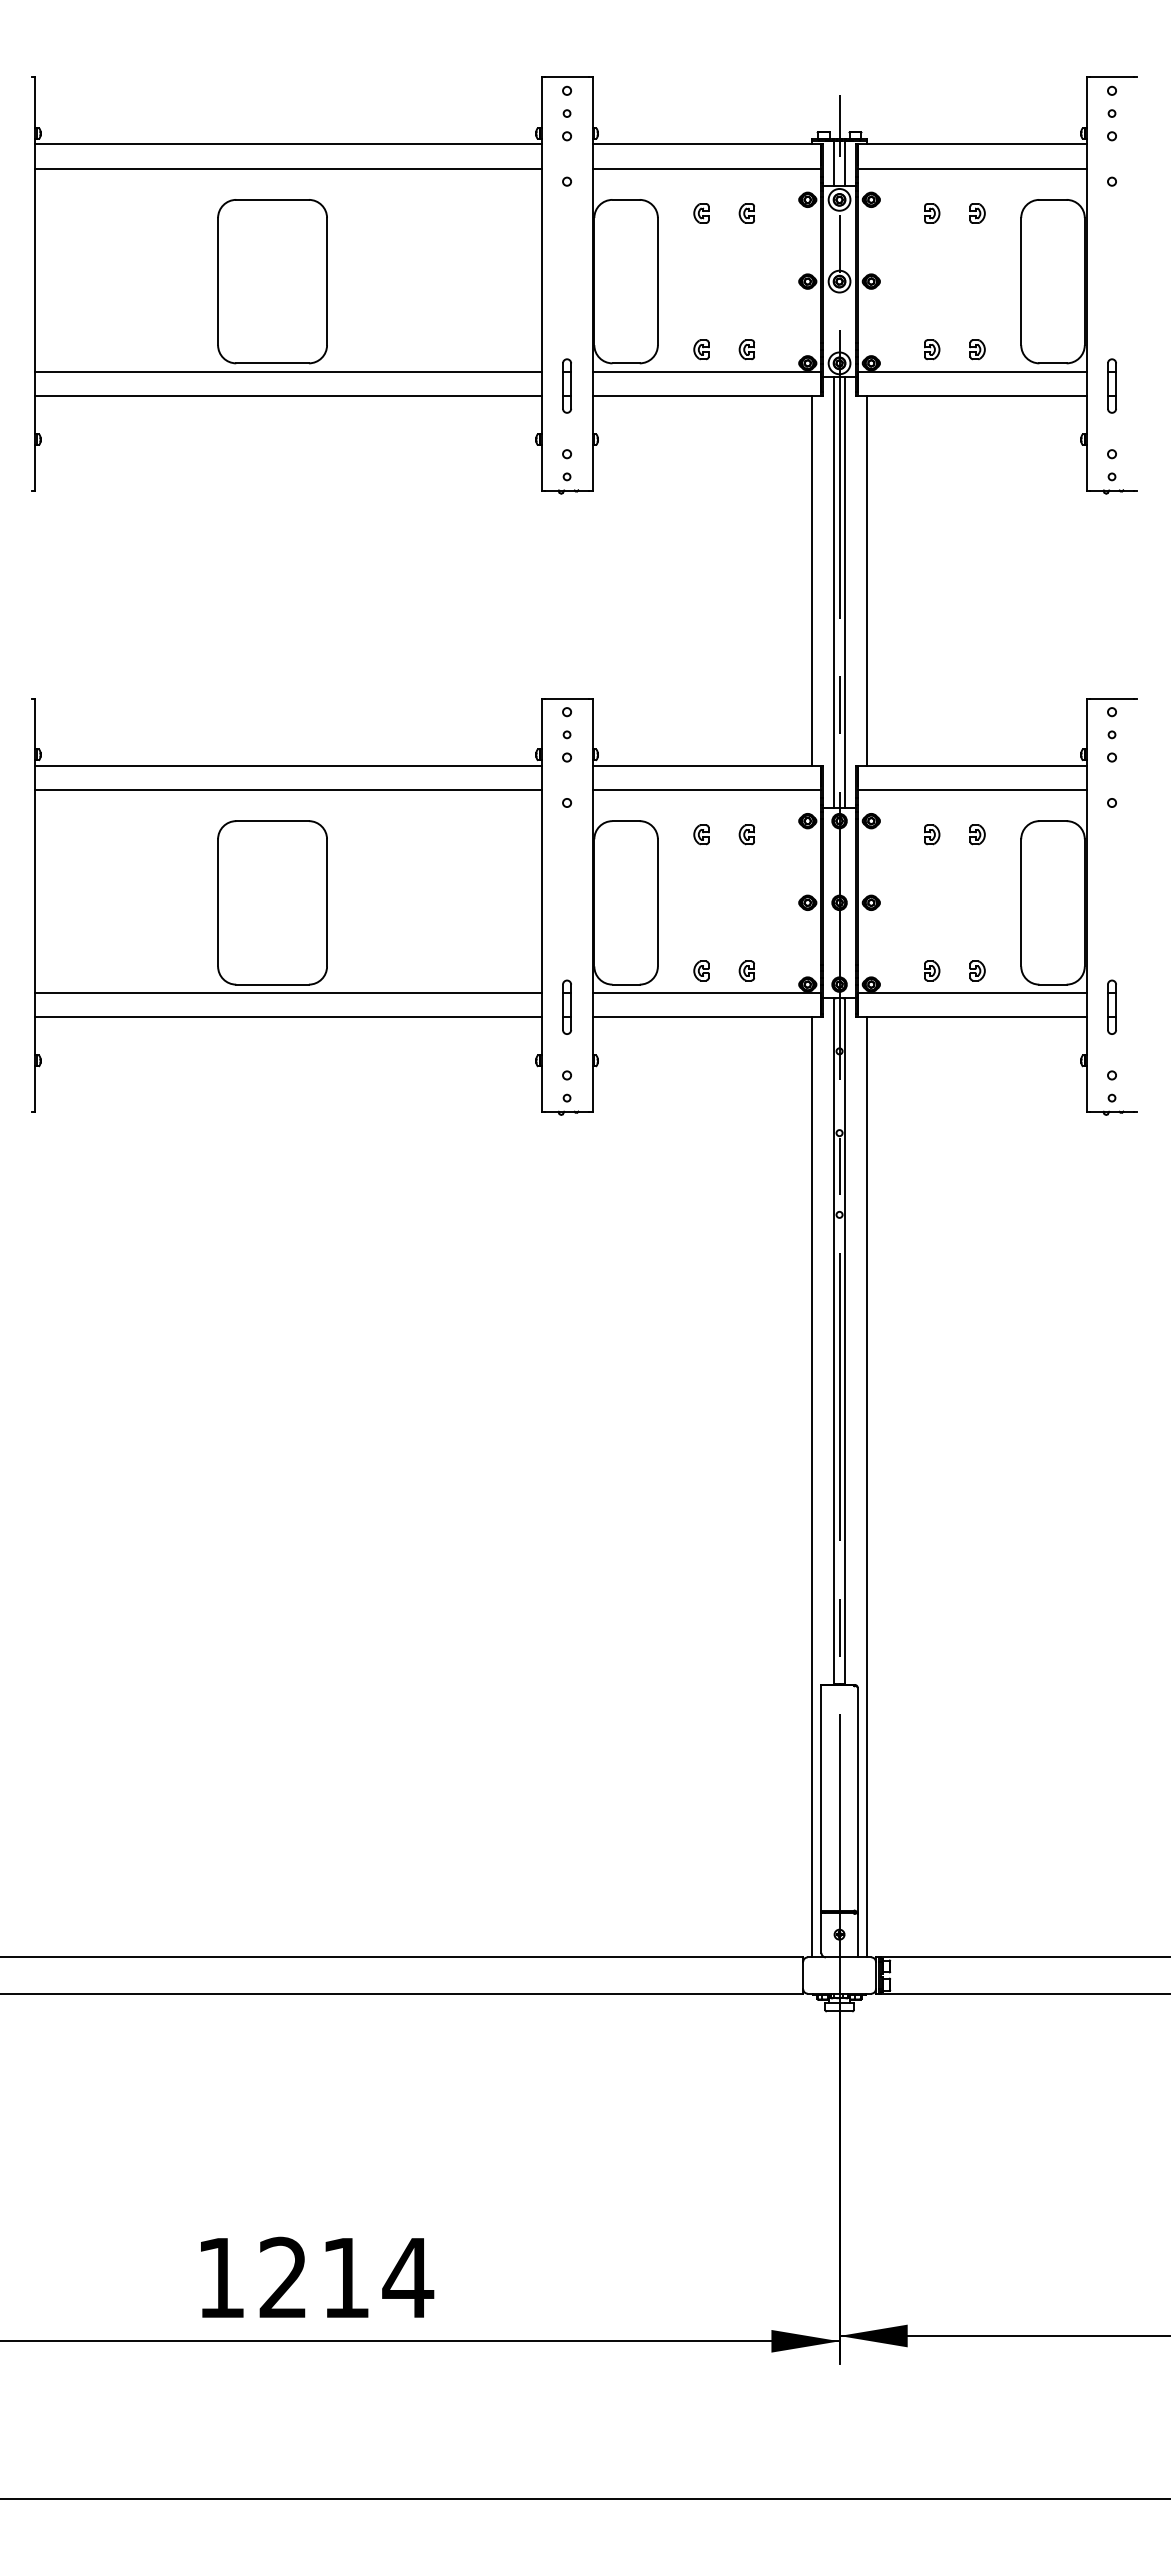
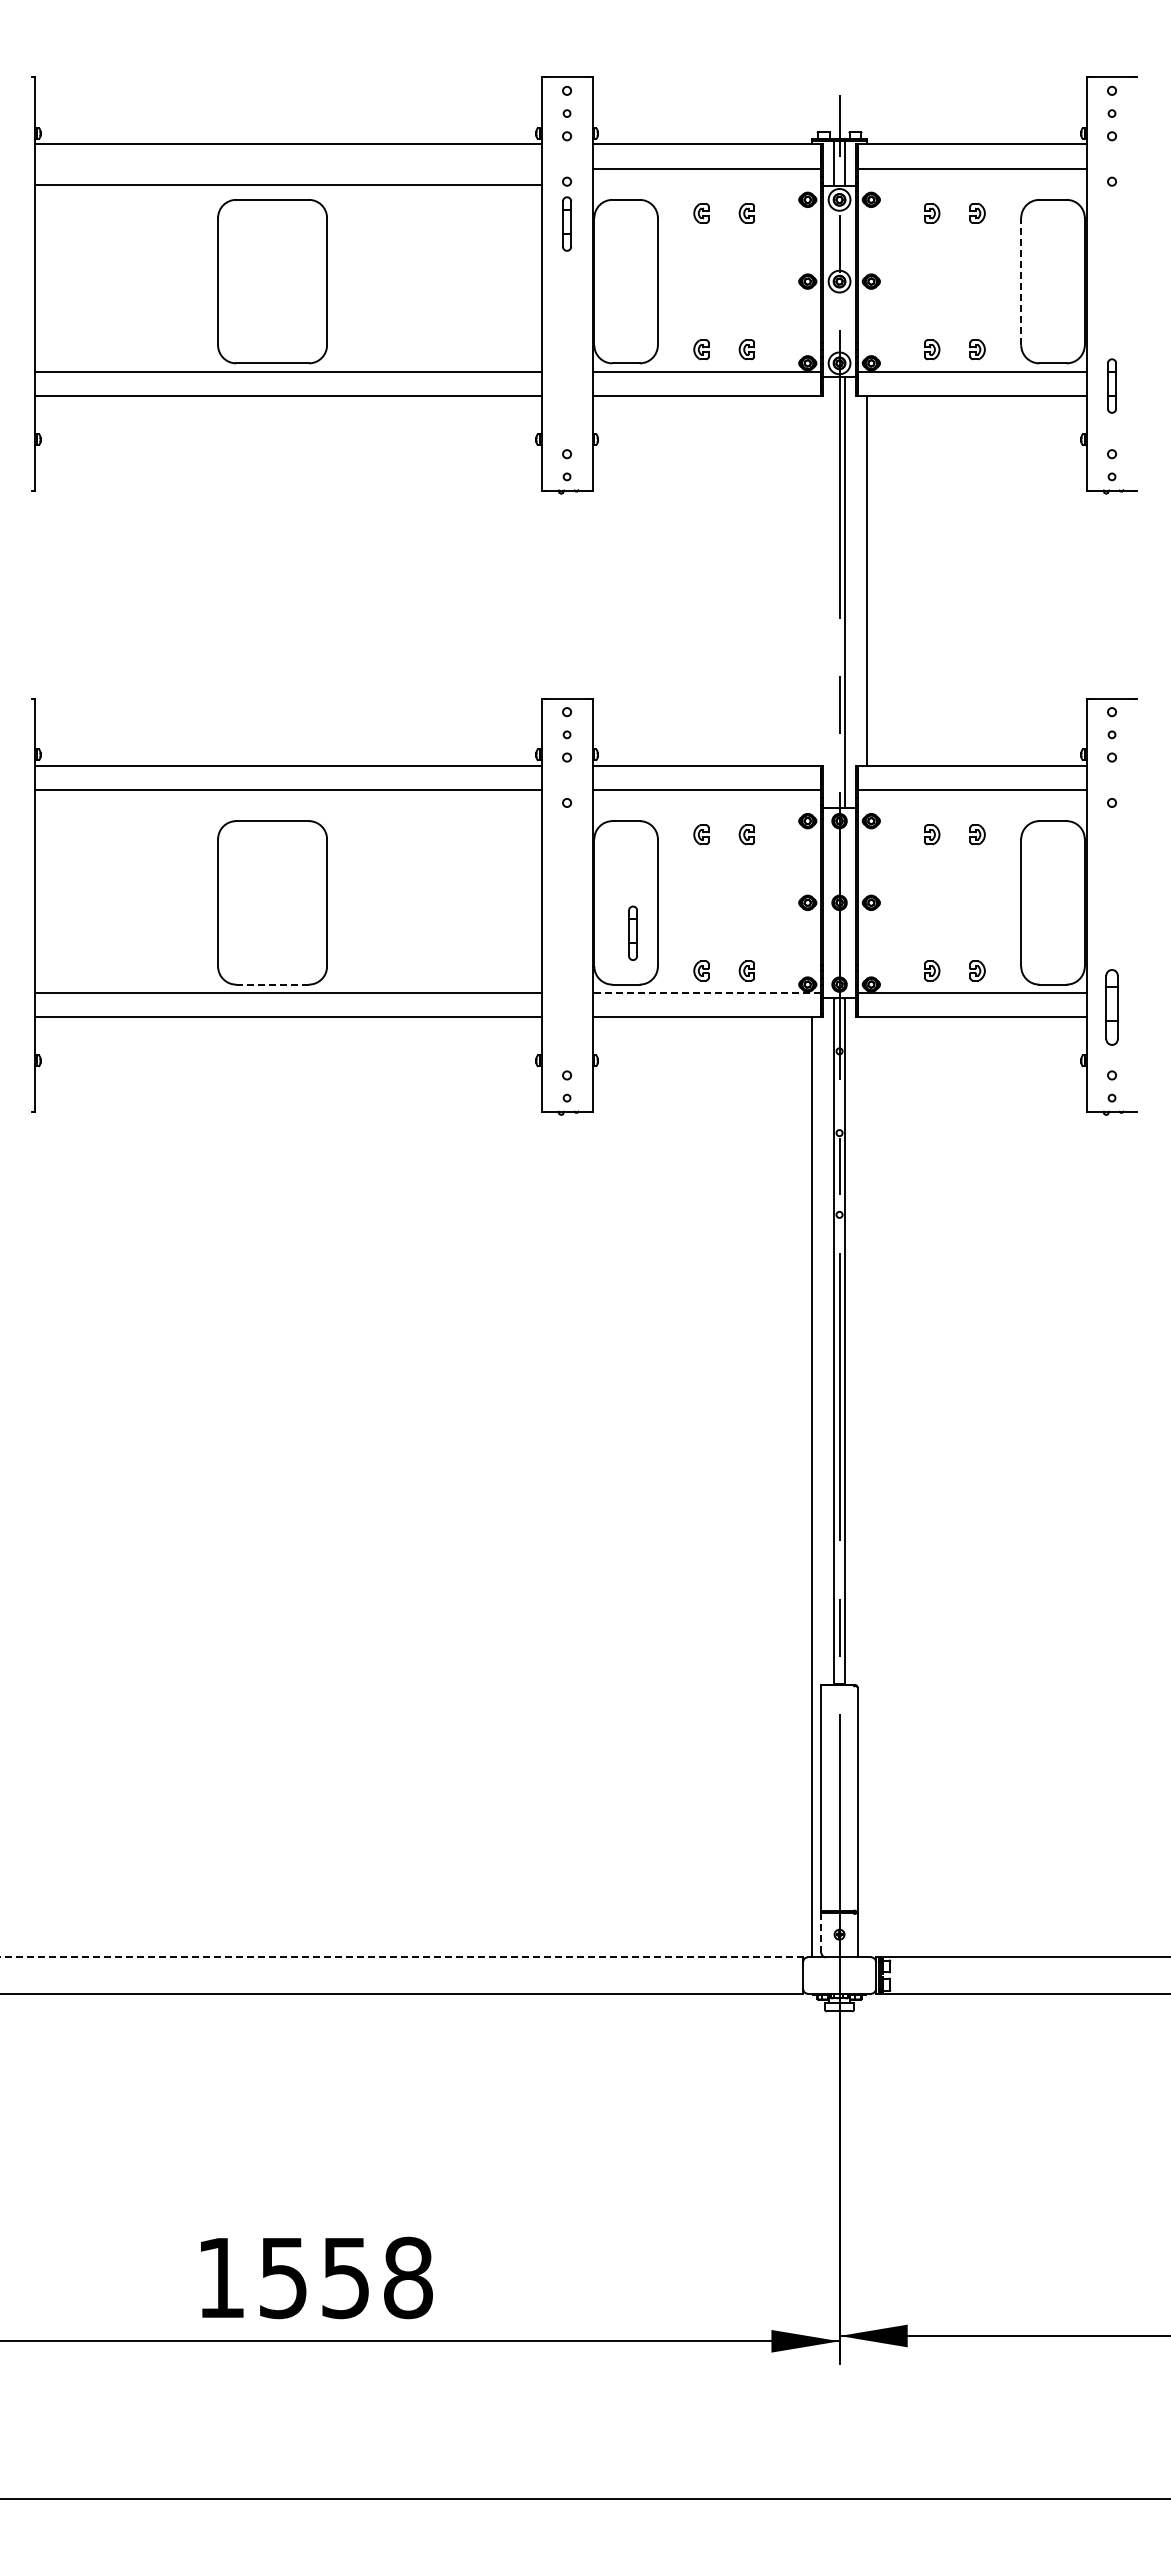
line at (288, 169) position: (288, 169) -> (288, 185)
line at (1021, 281): solid -> dashed
part at (566, 385) position: (566, 385) -> (566, 223)
line at (812, 580): present -> none
line at (834, 592): present -> none
line at (272, 984): solid -> dashed
line at (706, 992): solid -> dashed
part at (566, 1006) position: (566, 1006) -> (632, 932)
part at (1111, 1006) size: 10x56 px -> 14x77 px
line at (866, 1487): present -> none
line at (821, 1933): solid -> dashed
line at (402, 1957): solid -> dashed
text at (346, 2277): 1214 -> 1558
